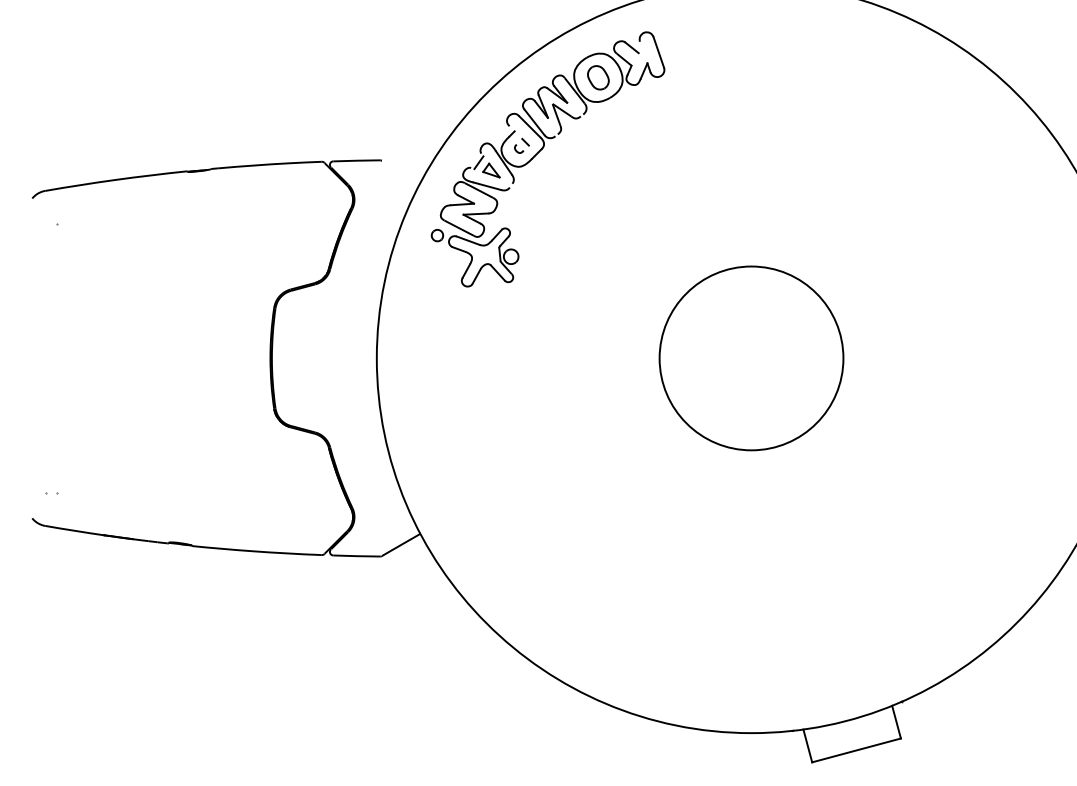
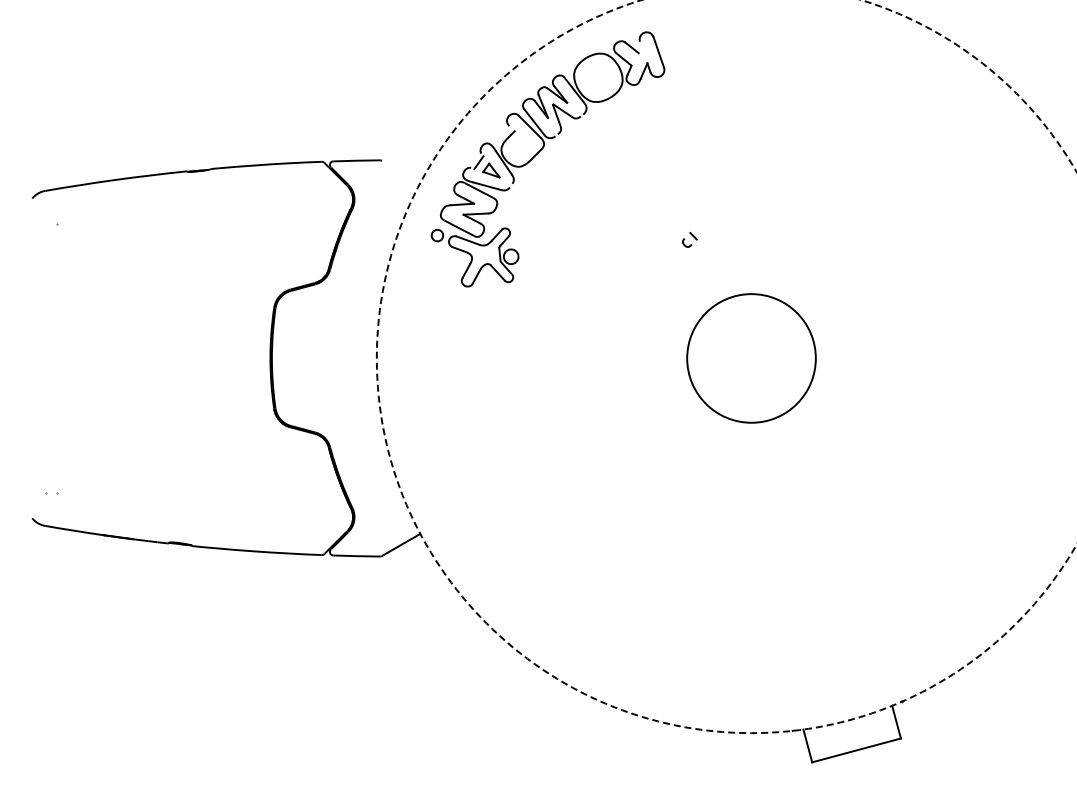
part at (598, 77): present -> none
part at (521, 145) position: (521, 145) -> (689, 239)
circle at (751, 358) size: 187x187 px -> 131x131 px
circle at (726, 366): solid -> dashed
